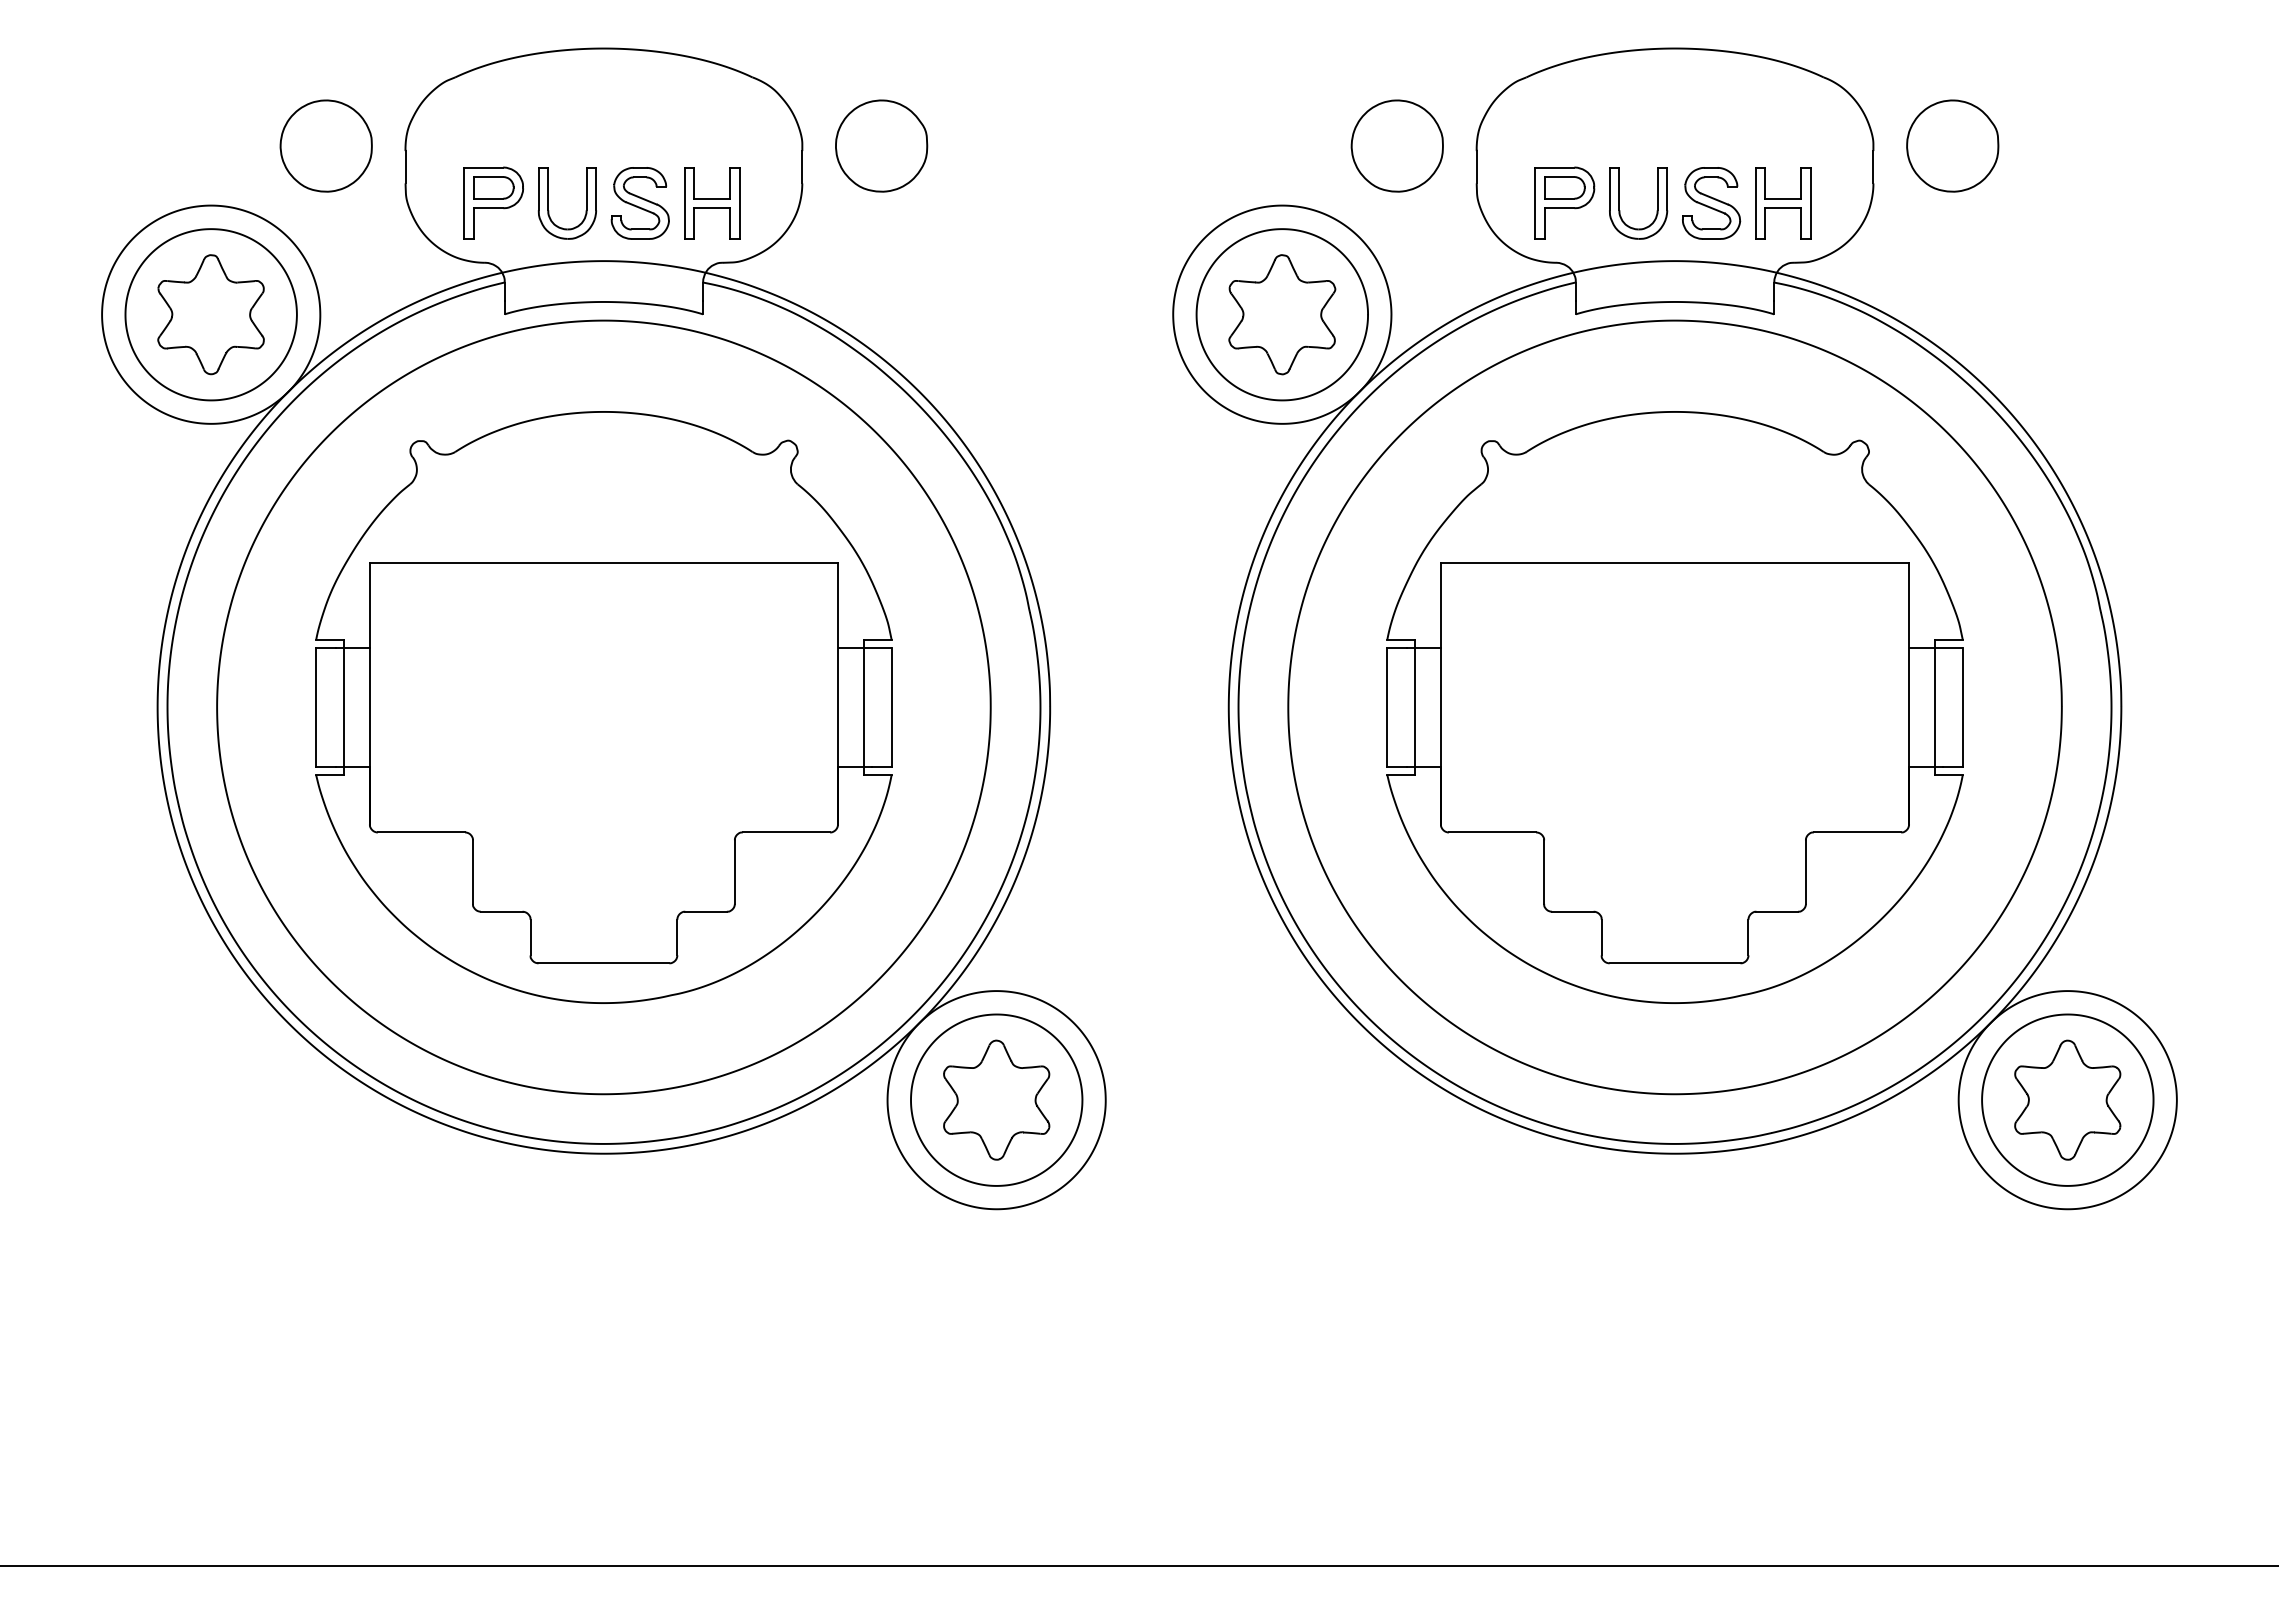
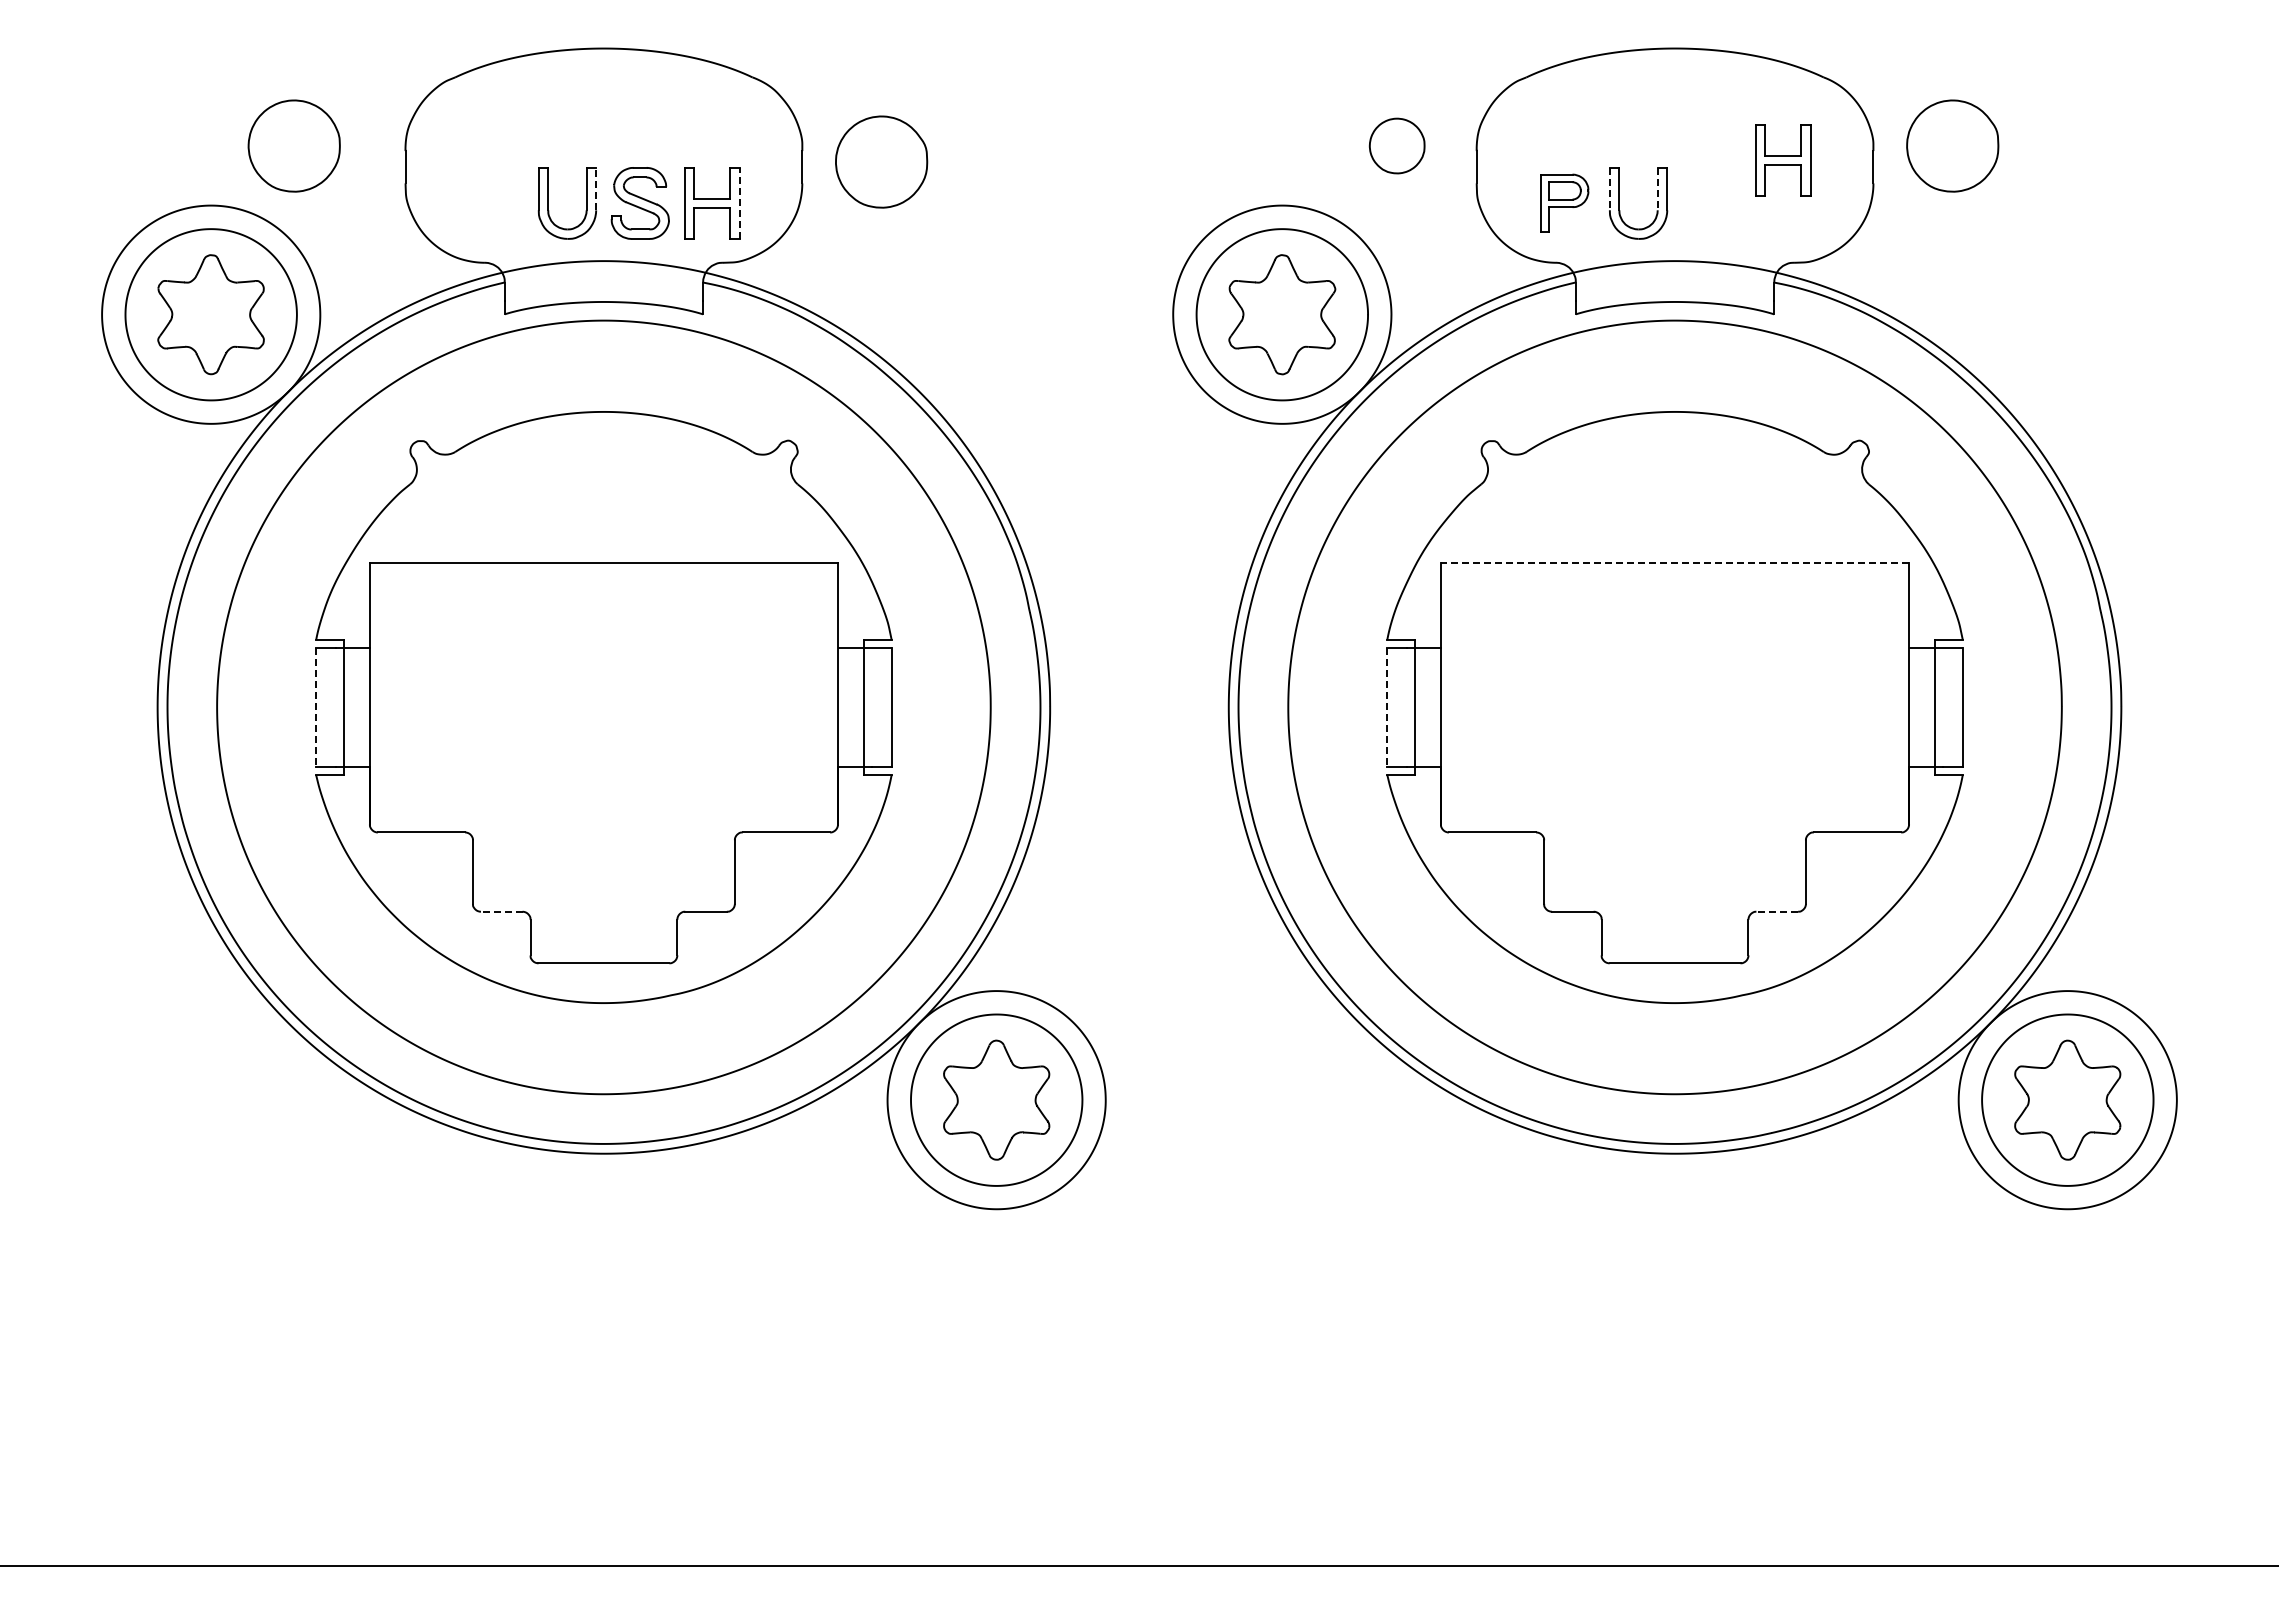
part at (325, 145) position: (325, 145) -> (293, 145)
part at (881, 145) position: (881, 145) -> (881, 161)
part at (1396, 145) size: 94x94 px -> 58x58 px
line at (596, 188): solid -> dashed
line at (1609, 189): solid -> dashed
line at (1657, 189): solid -> dashed
part at (493, 202): present -> none
part at (1564, 202) size: 62x74 px -> 50x60 px
line at (739, 203): solid -> dashed
part at (1711, 203): present -> none
part at (1783, 203) position: (1783, 203) -> (1783, 160)
line at (1674, 562): solid -> dashed
line at (315, 707): solid -> dashed
line at (1387, 707): solid -> dashed
line at (501, 911): solid -> dashed
line at (1777, 911): solid -> dashed
